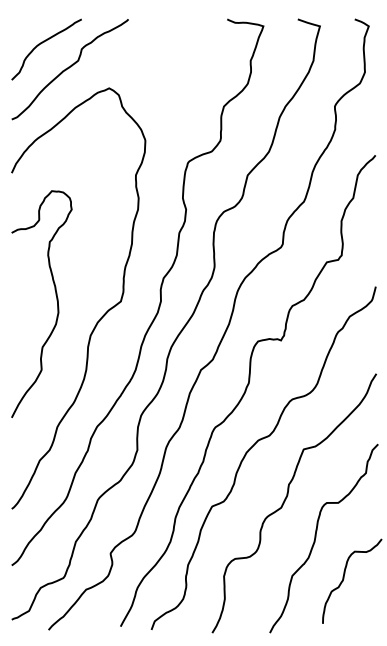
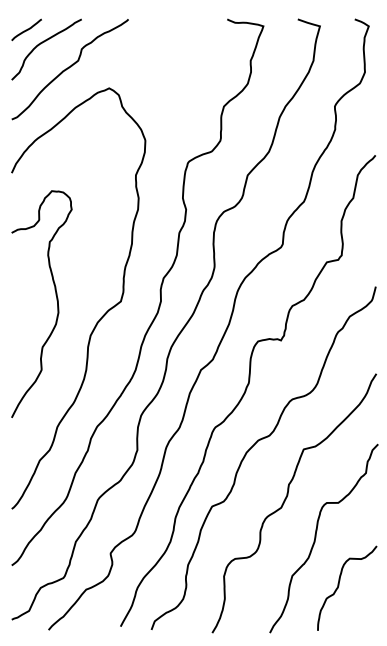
line at (26, 29): none -> present
curve at (344, 579) position: (344, 579) -> (339, 586)
